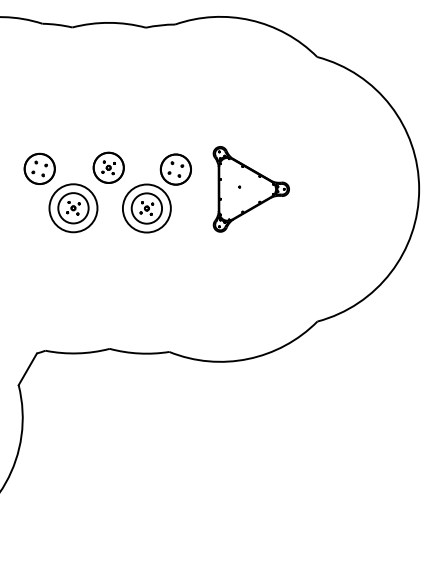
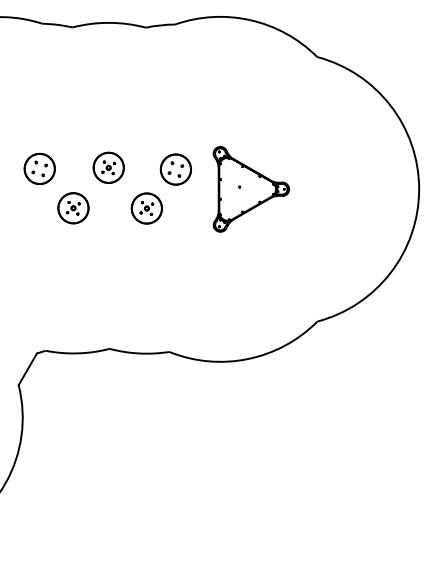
circle at (73, 208) diameter: 48 px -> 30 px
circle at (146, 208) diameter: 48 px -> 30 px
